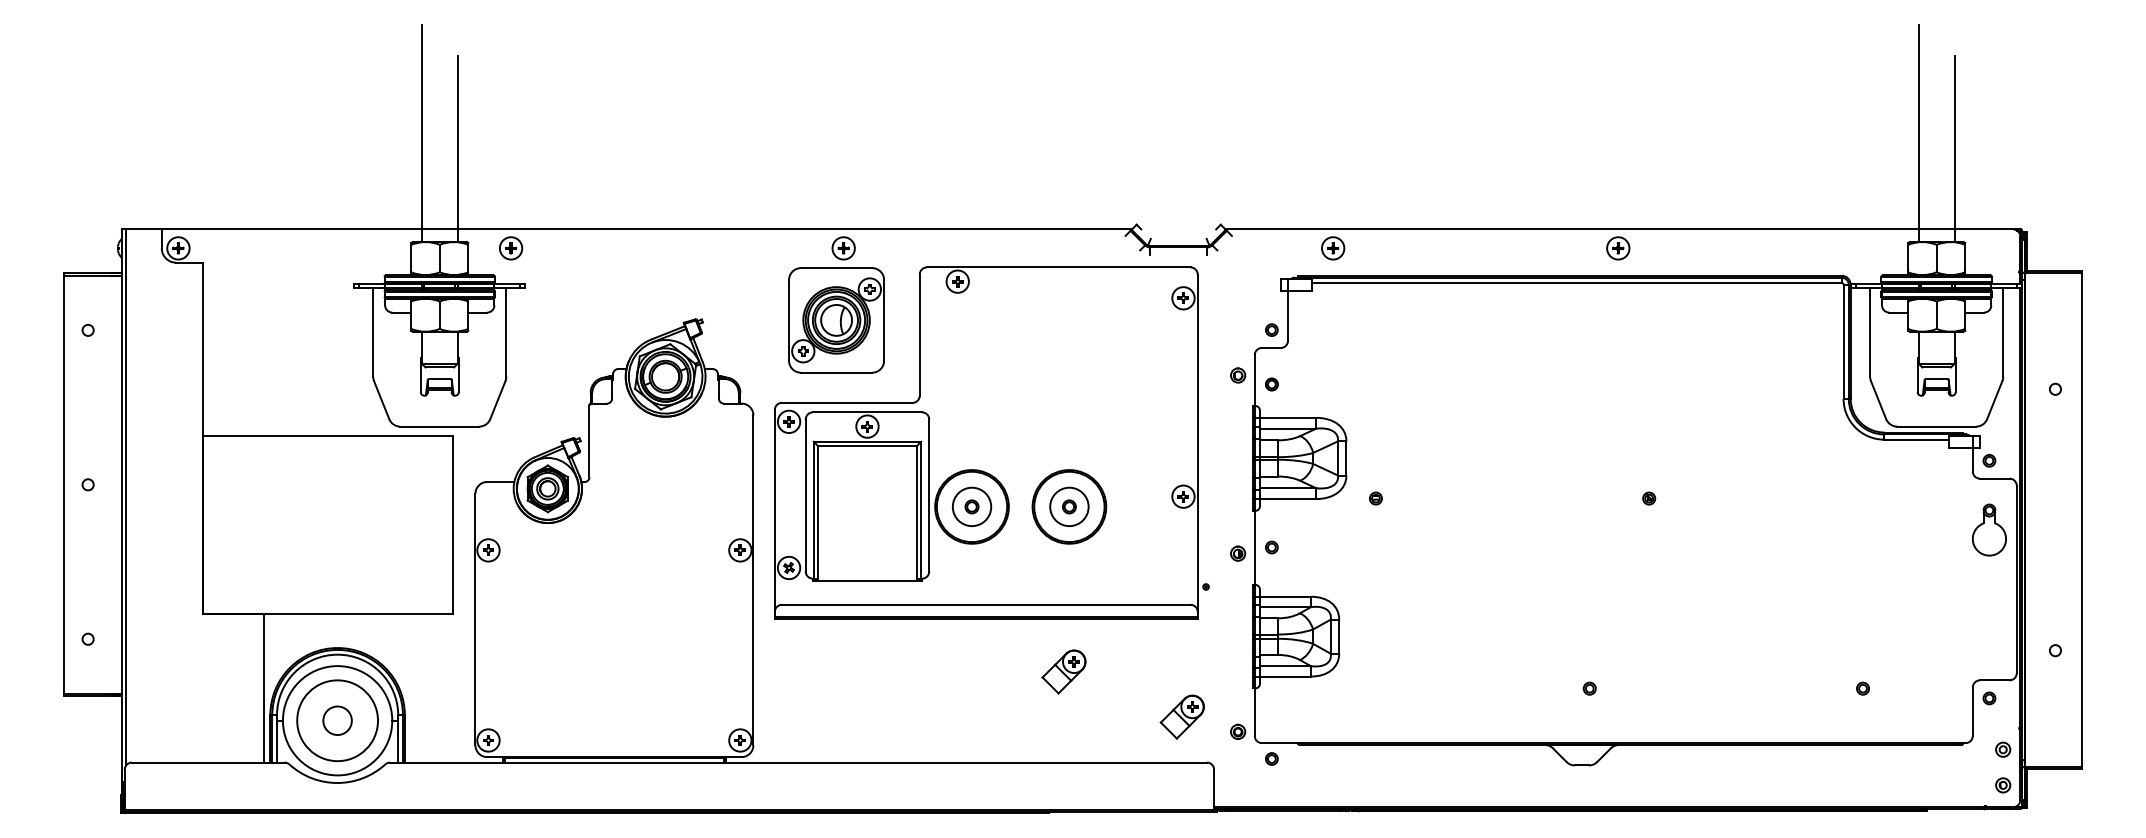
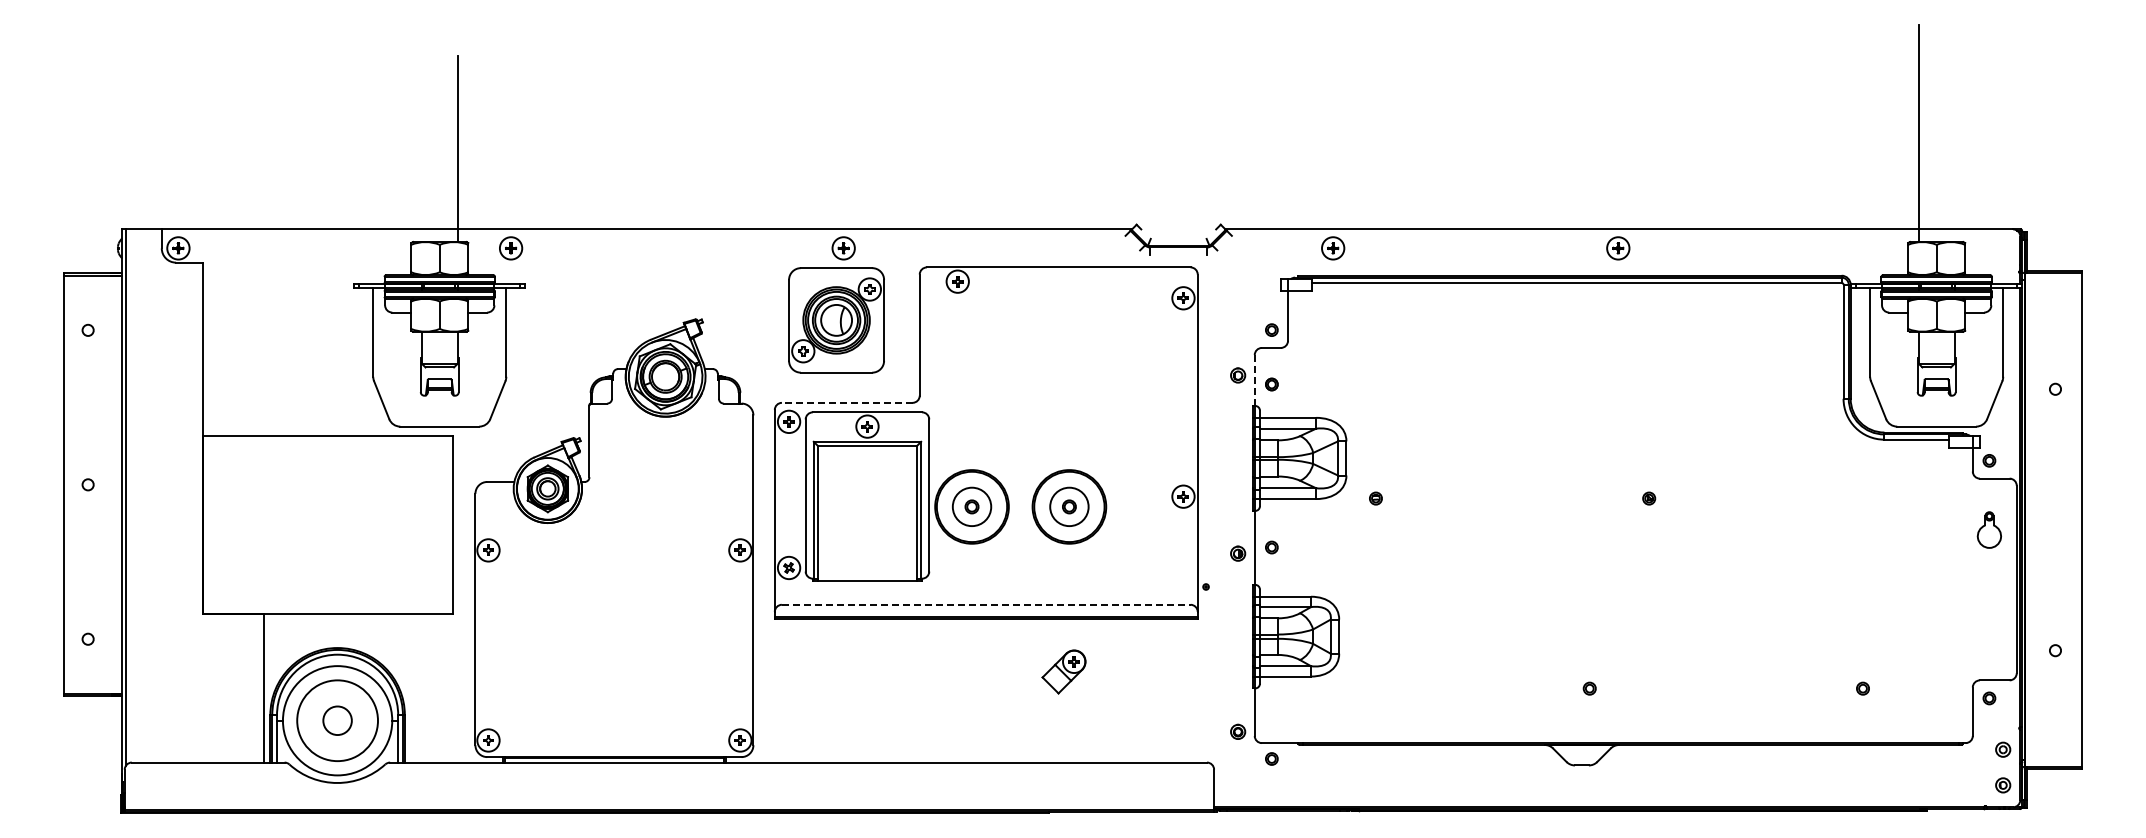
line at (421, 133): present -> none
line at (1954, 148): present -> none
line at (1254, 381): solid -> dashed
line at (846, 402): solid -> dashed
part at (1989, 529) size: 35x54 px -> 26x38 px
line at (986, 604): solid -> dashed
part at (1181, 716): present -> none
